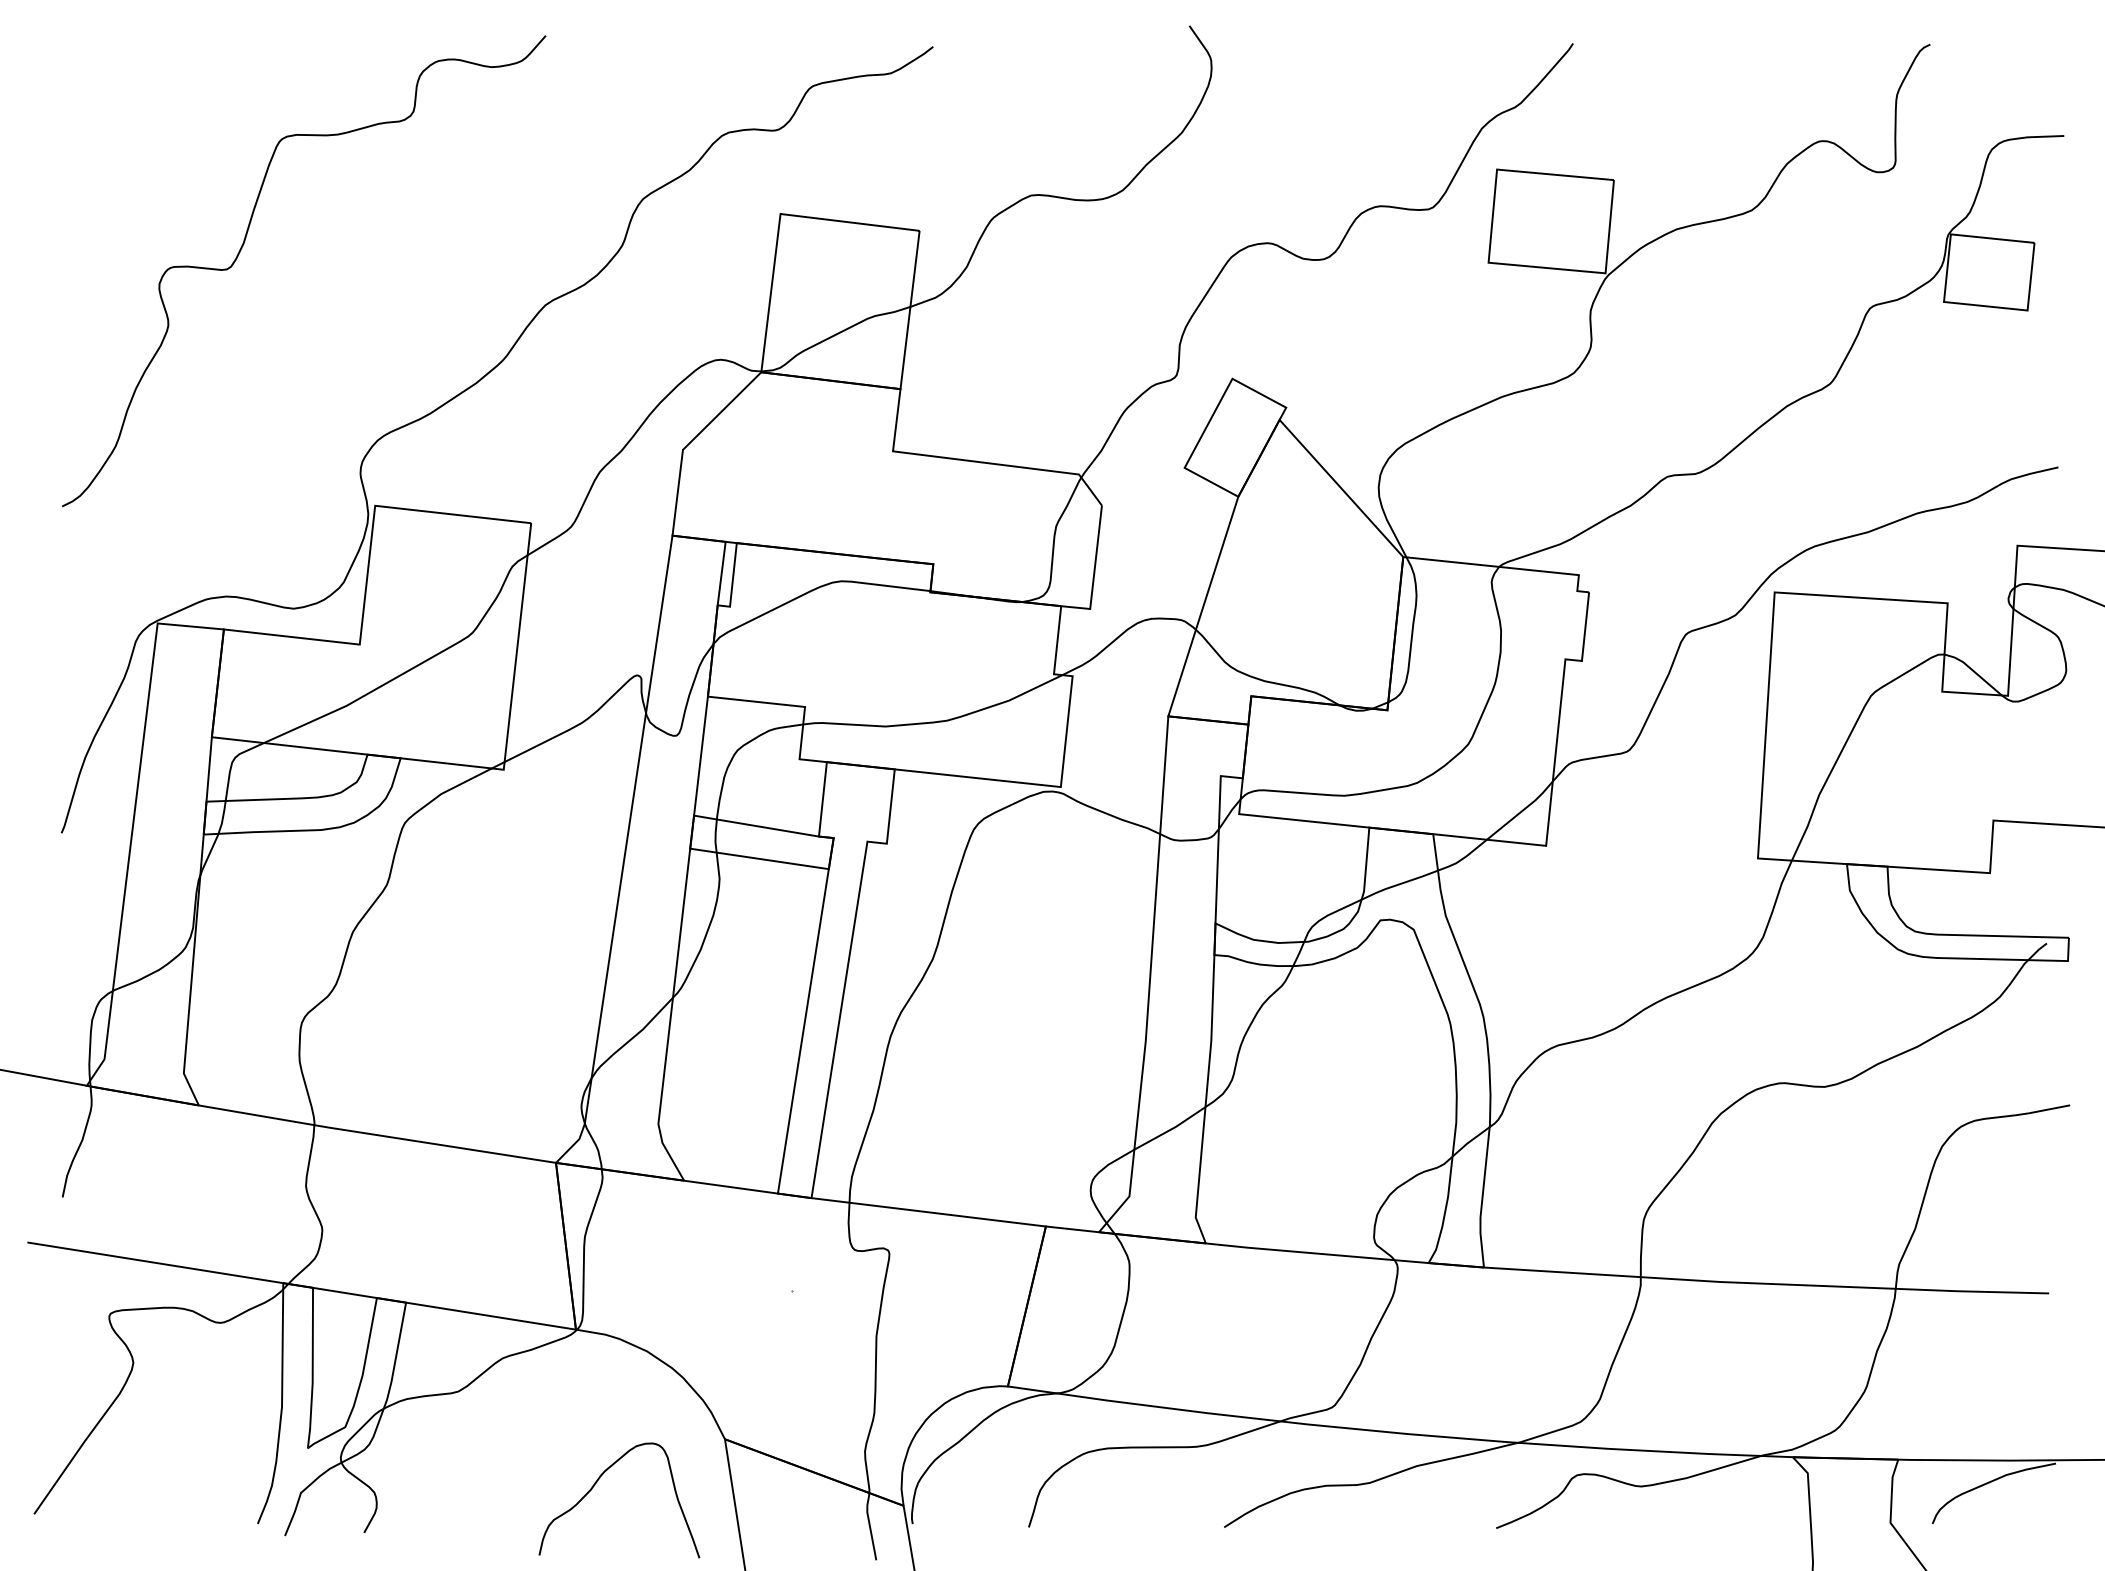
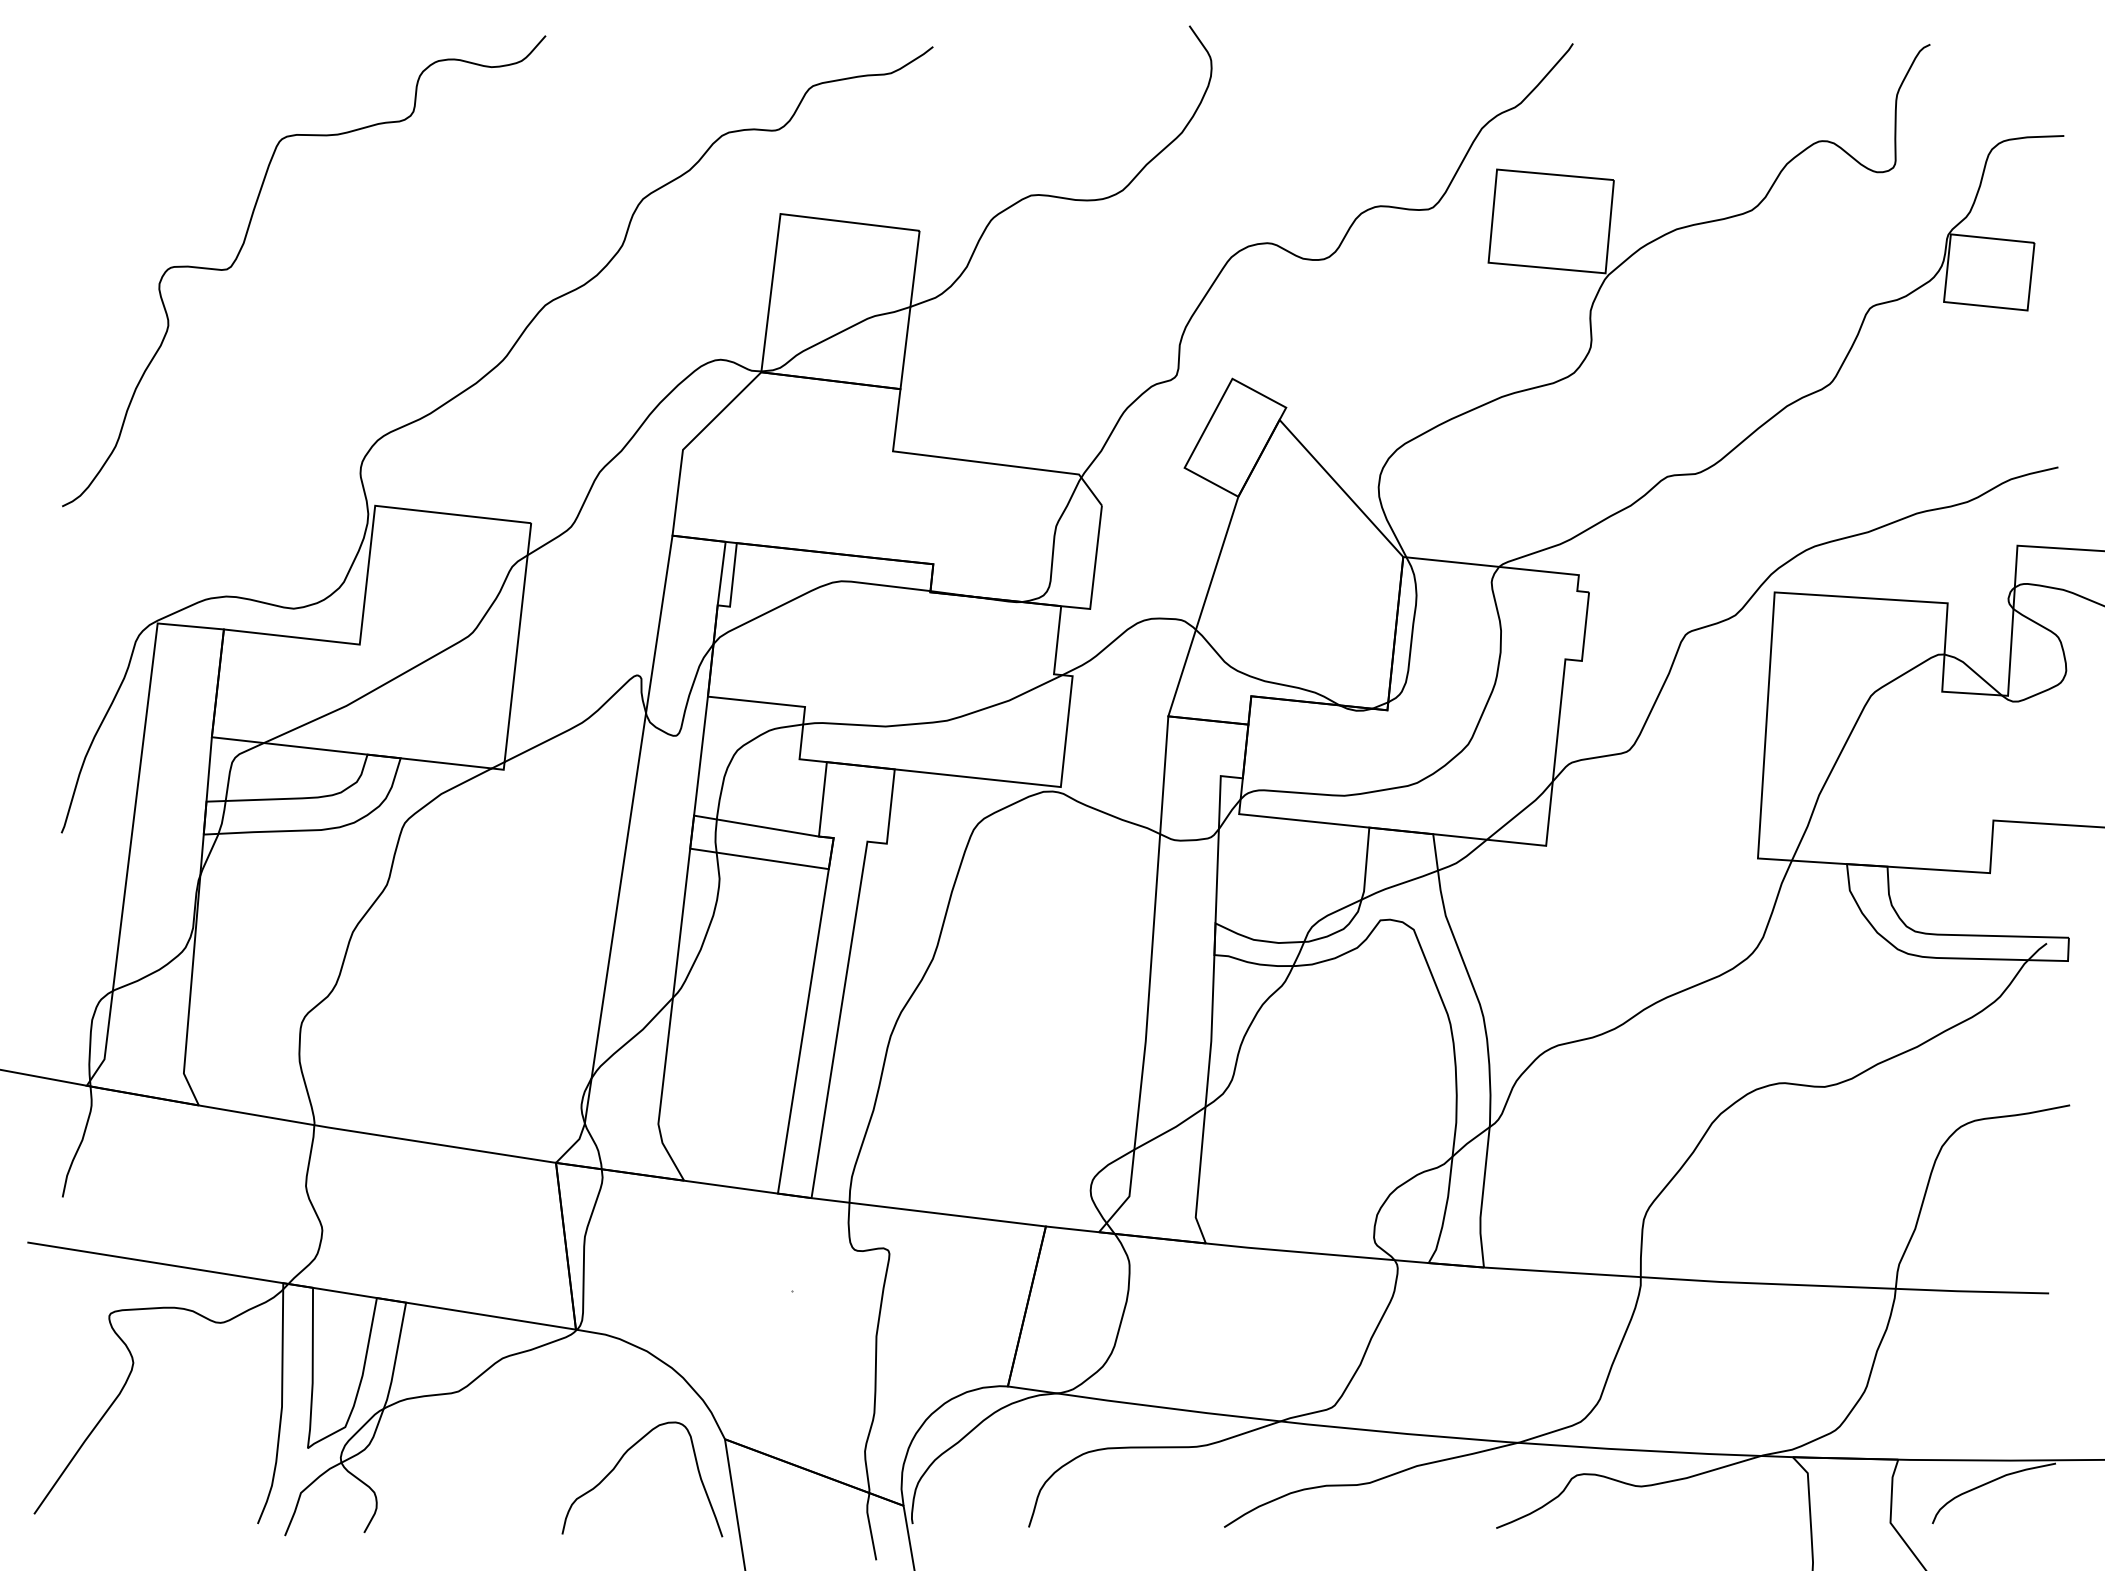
curve at (595, 1485) position: (595, 1485) -> (618, 1464)
